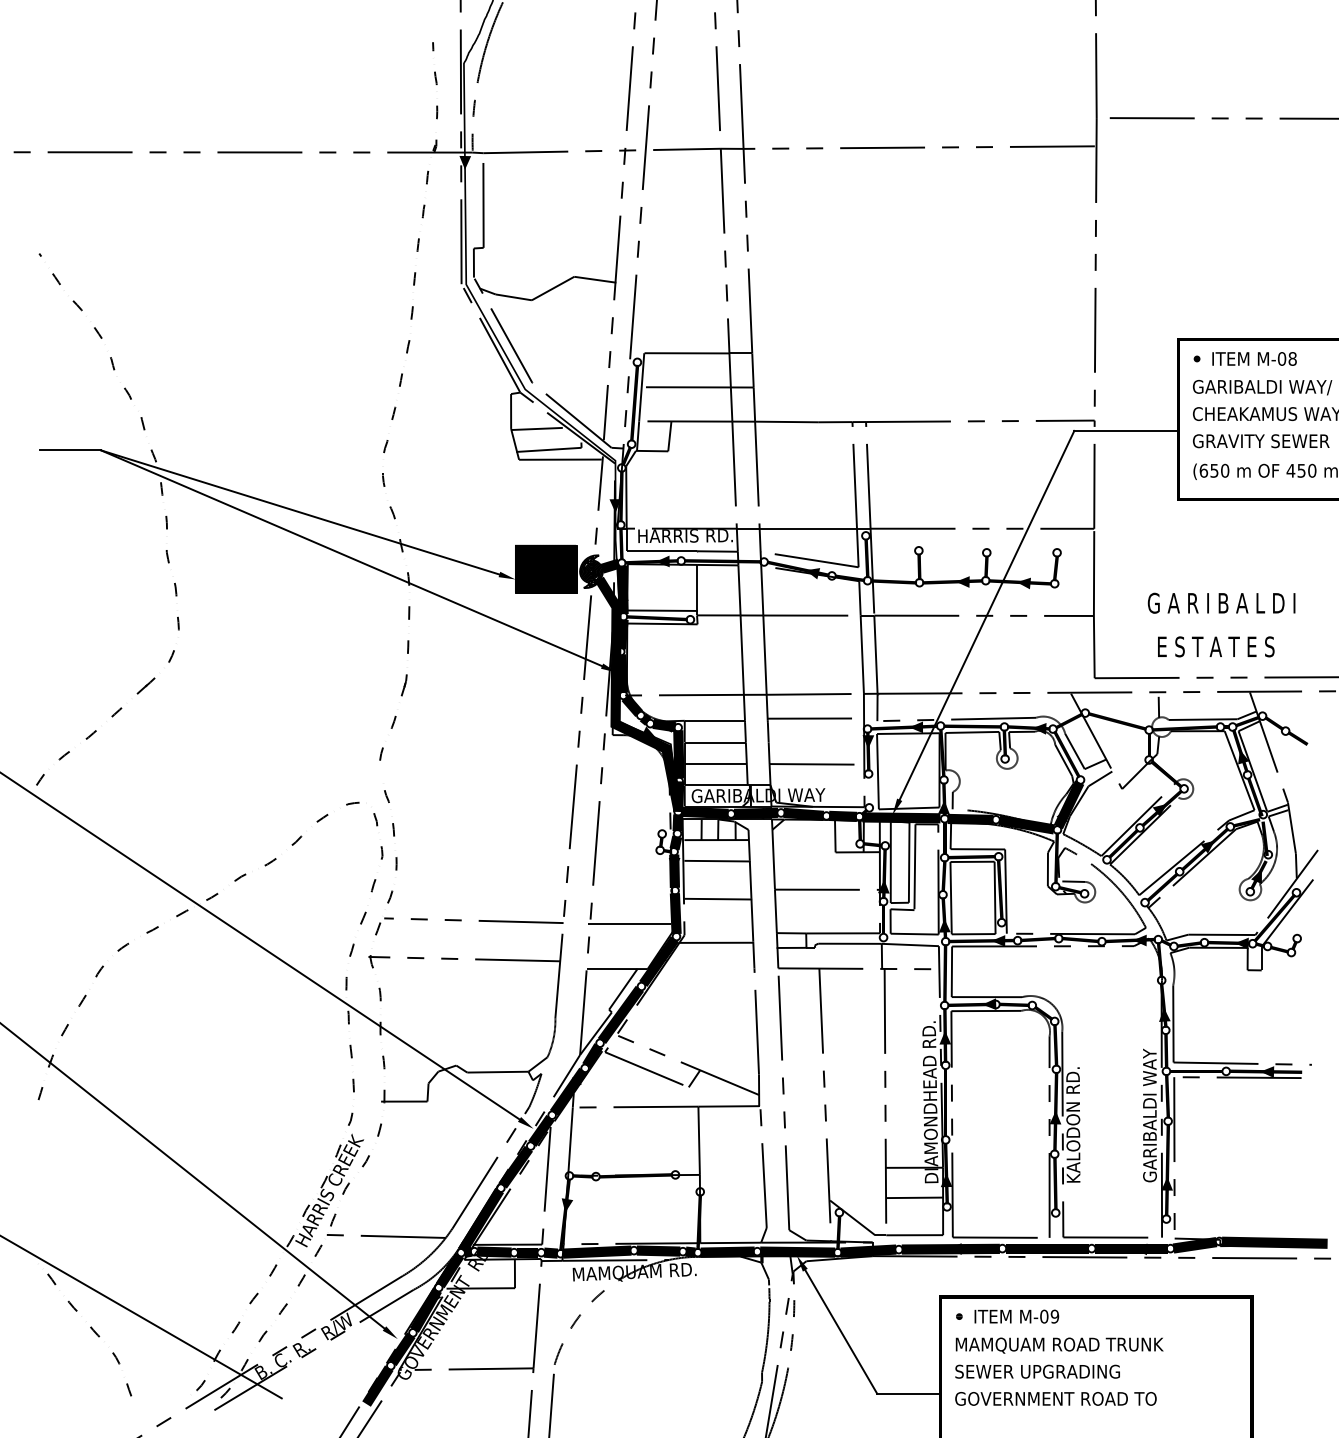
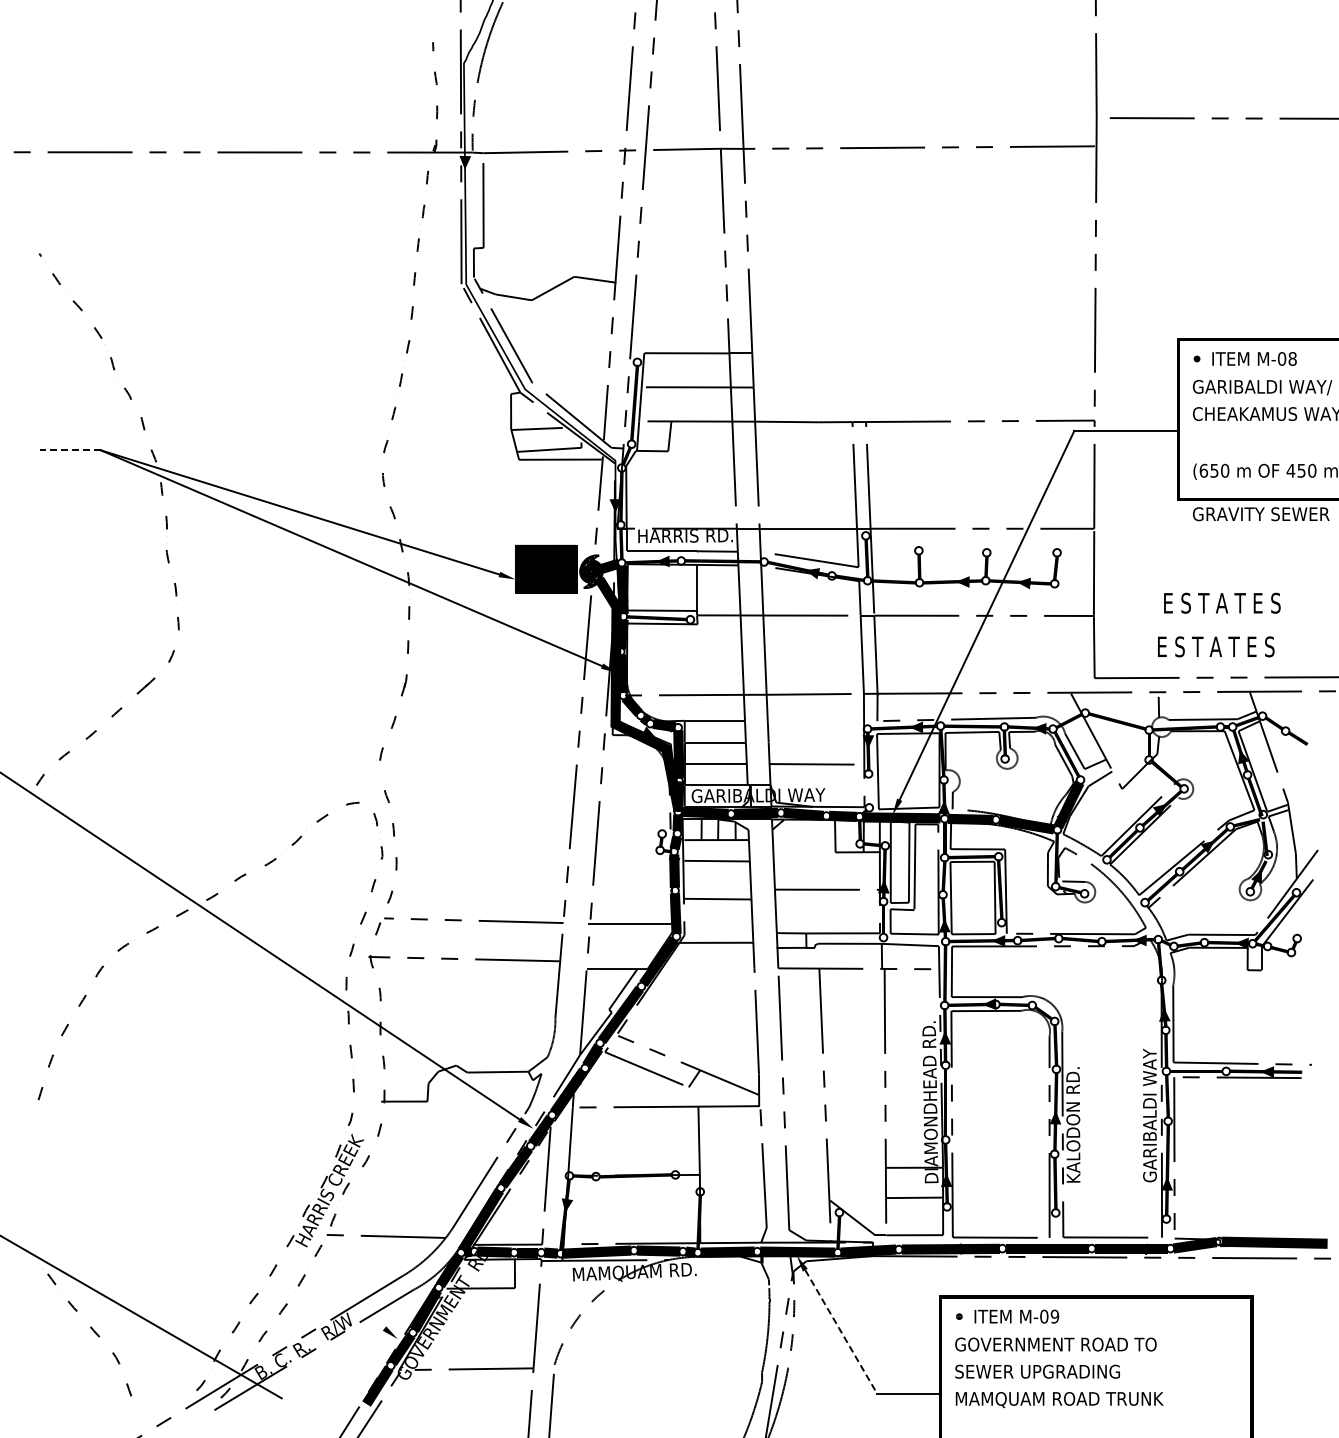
text at (1261, 441) position: (1261, 441) -> (1261, 514)
line at (70, 450): solid -> dashed
text at (1221, 602): G A R I B A L D I -> E S T A T E S
line at (815, 718): present -> none
line at (193, 1176): present -> none
line at (841, 1332): solid -> dashed
text at (1059, 1345): MAMQUAM ROAD TRUNK -> GOVERNMENT ROAD TO
text at (1059, 1400): GOVERNMENT ROAD TO -> MAMQUAM ROAD TRUNK
